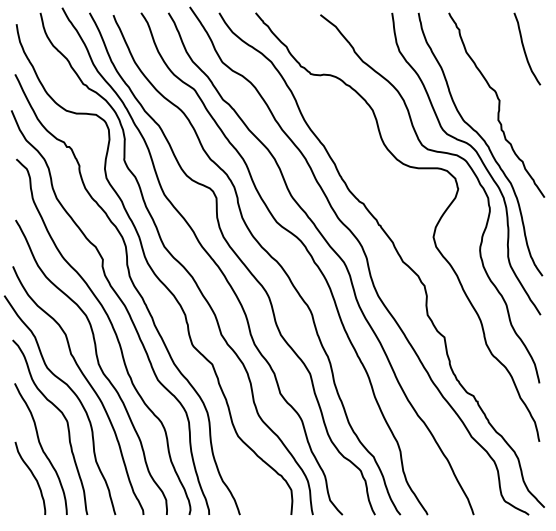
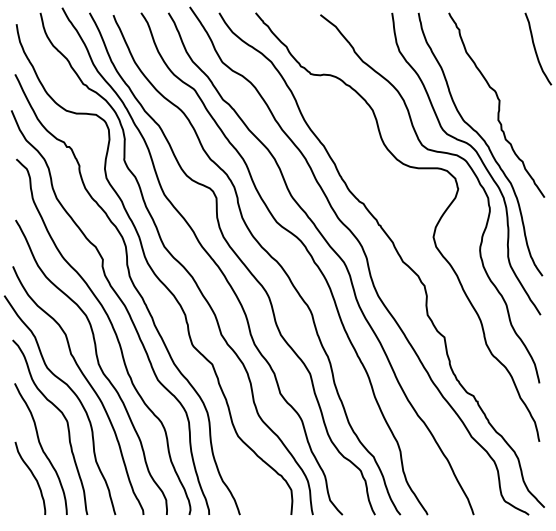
curve at (525, 49) position: (525, 49) -> (536, 49)
